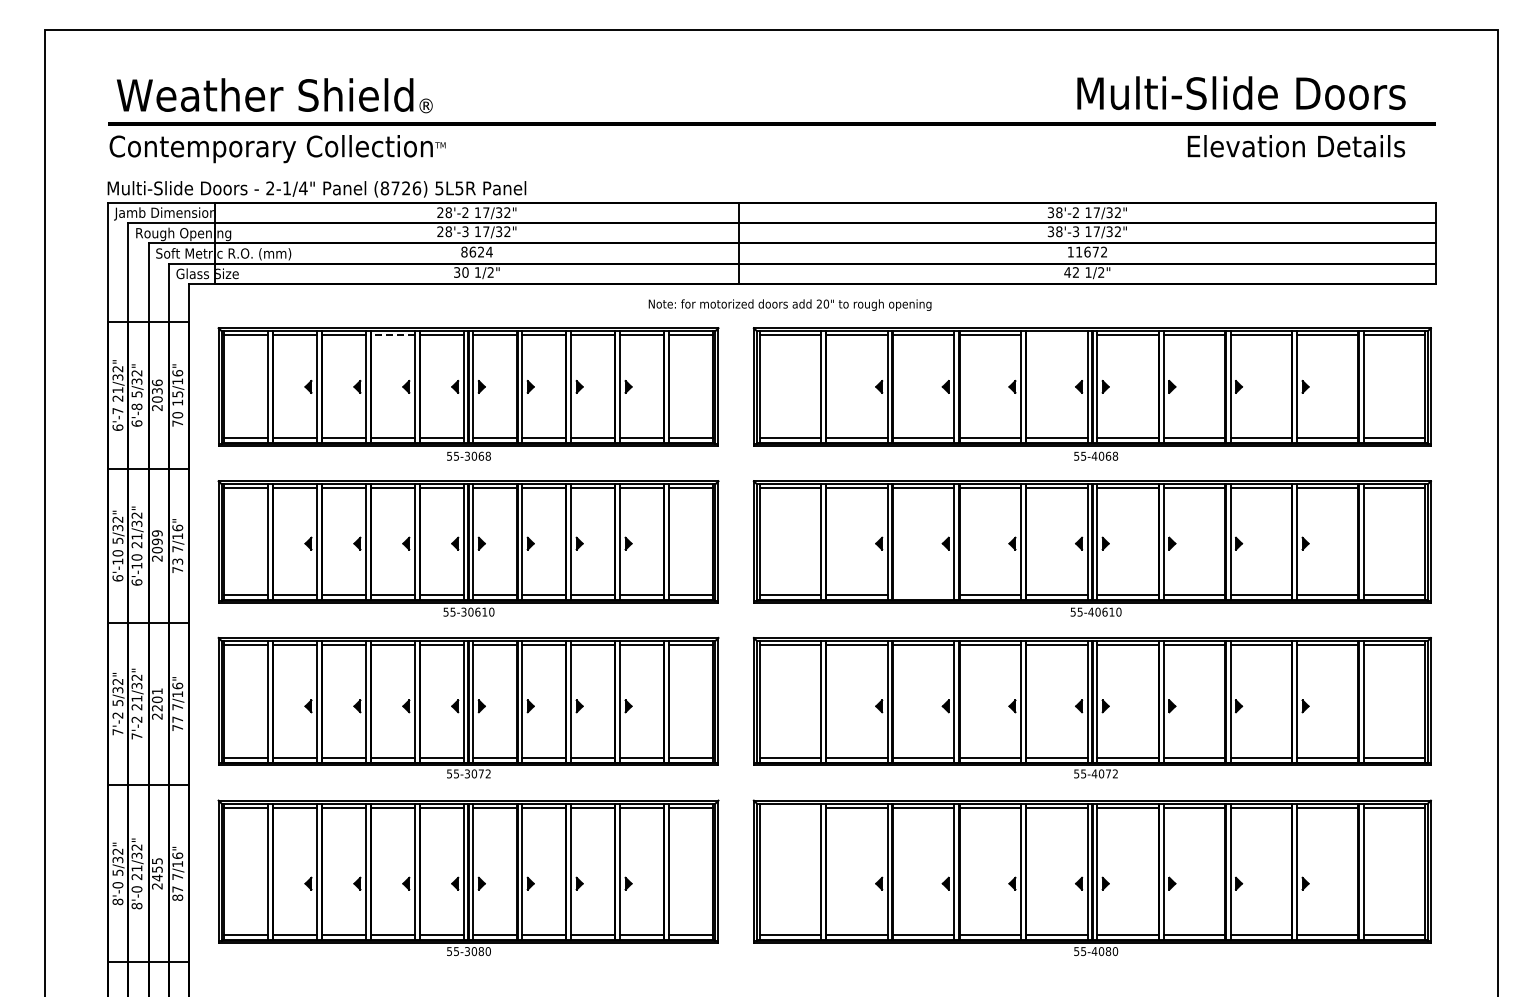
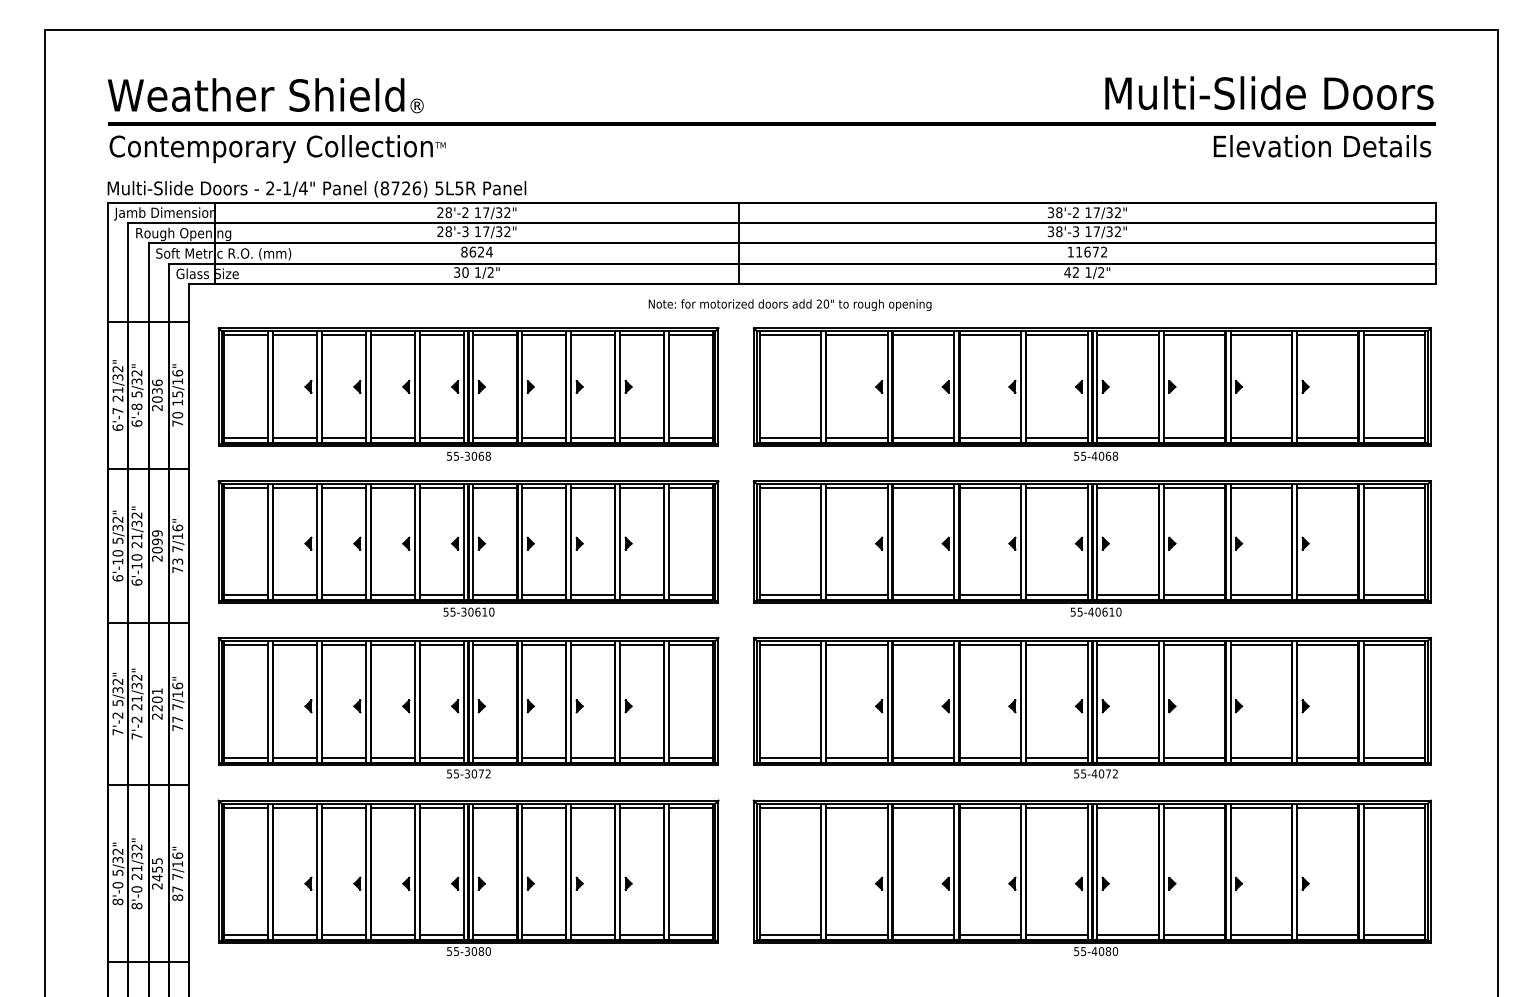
text at (1241, 92) position: (1241, 92) -> (1269, 92)
text at (274, 95) position: (274, 95) -> (265, 95)
text at (1296, 146) position: (1296, 146) -> (1322, 146)
line at (392, 335): dashed -> solid
line at (1056, 335): none -> present
line at (923, 595): none -> present
line at (790, 807): none -> present
